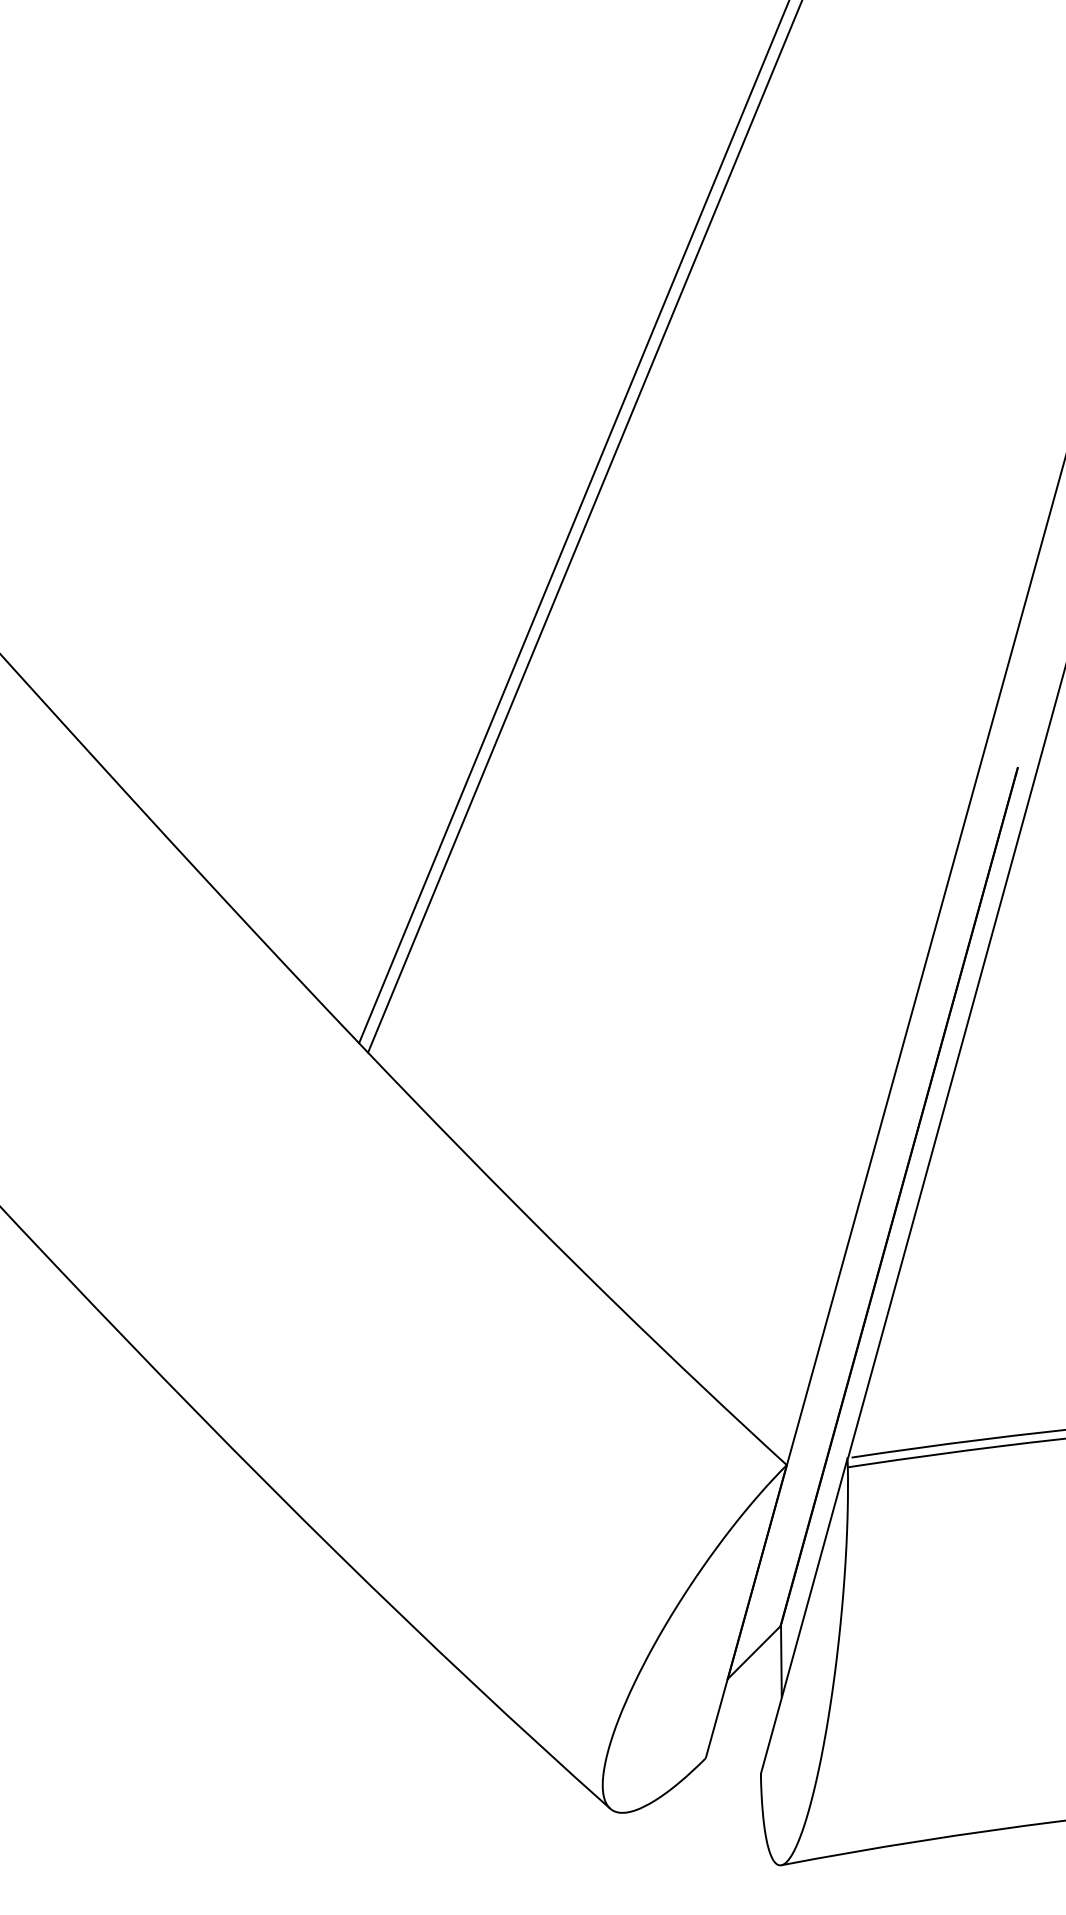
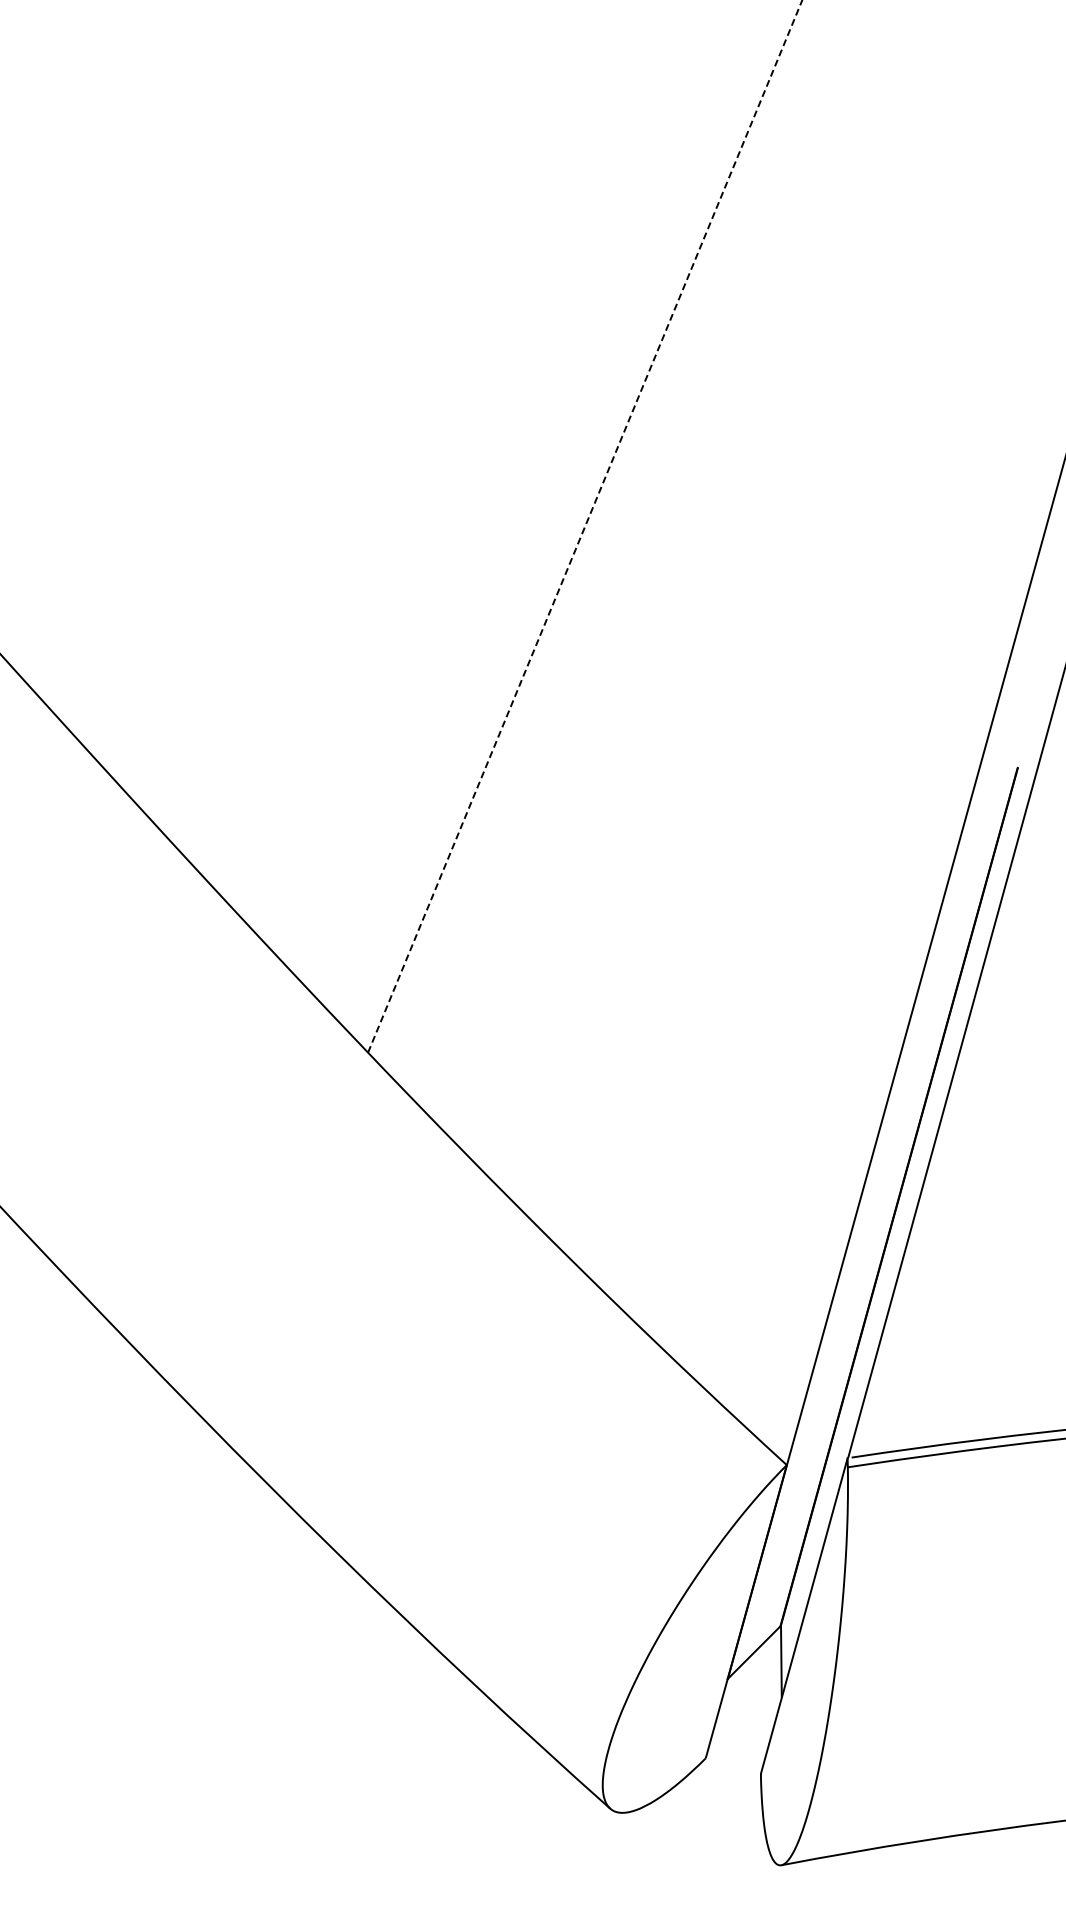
line at (573, 522): present -> none
line at (585, 526): solid -> dashed
